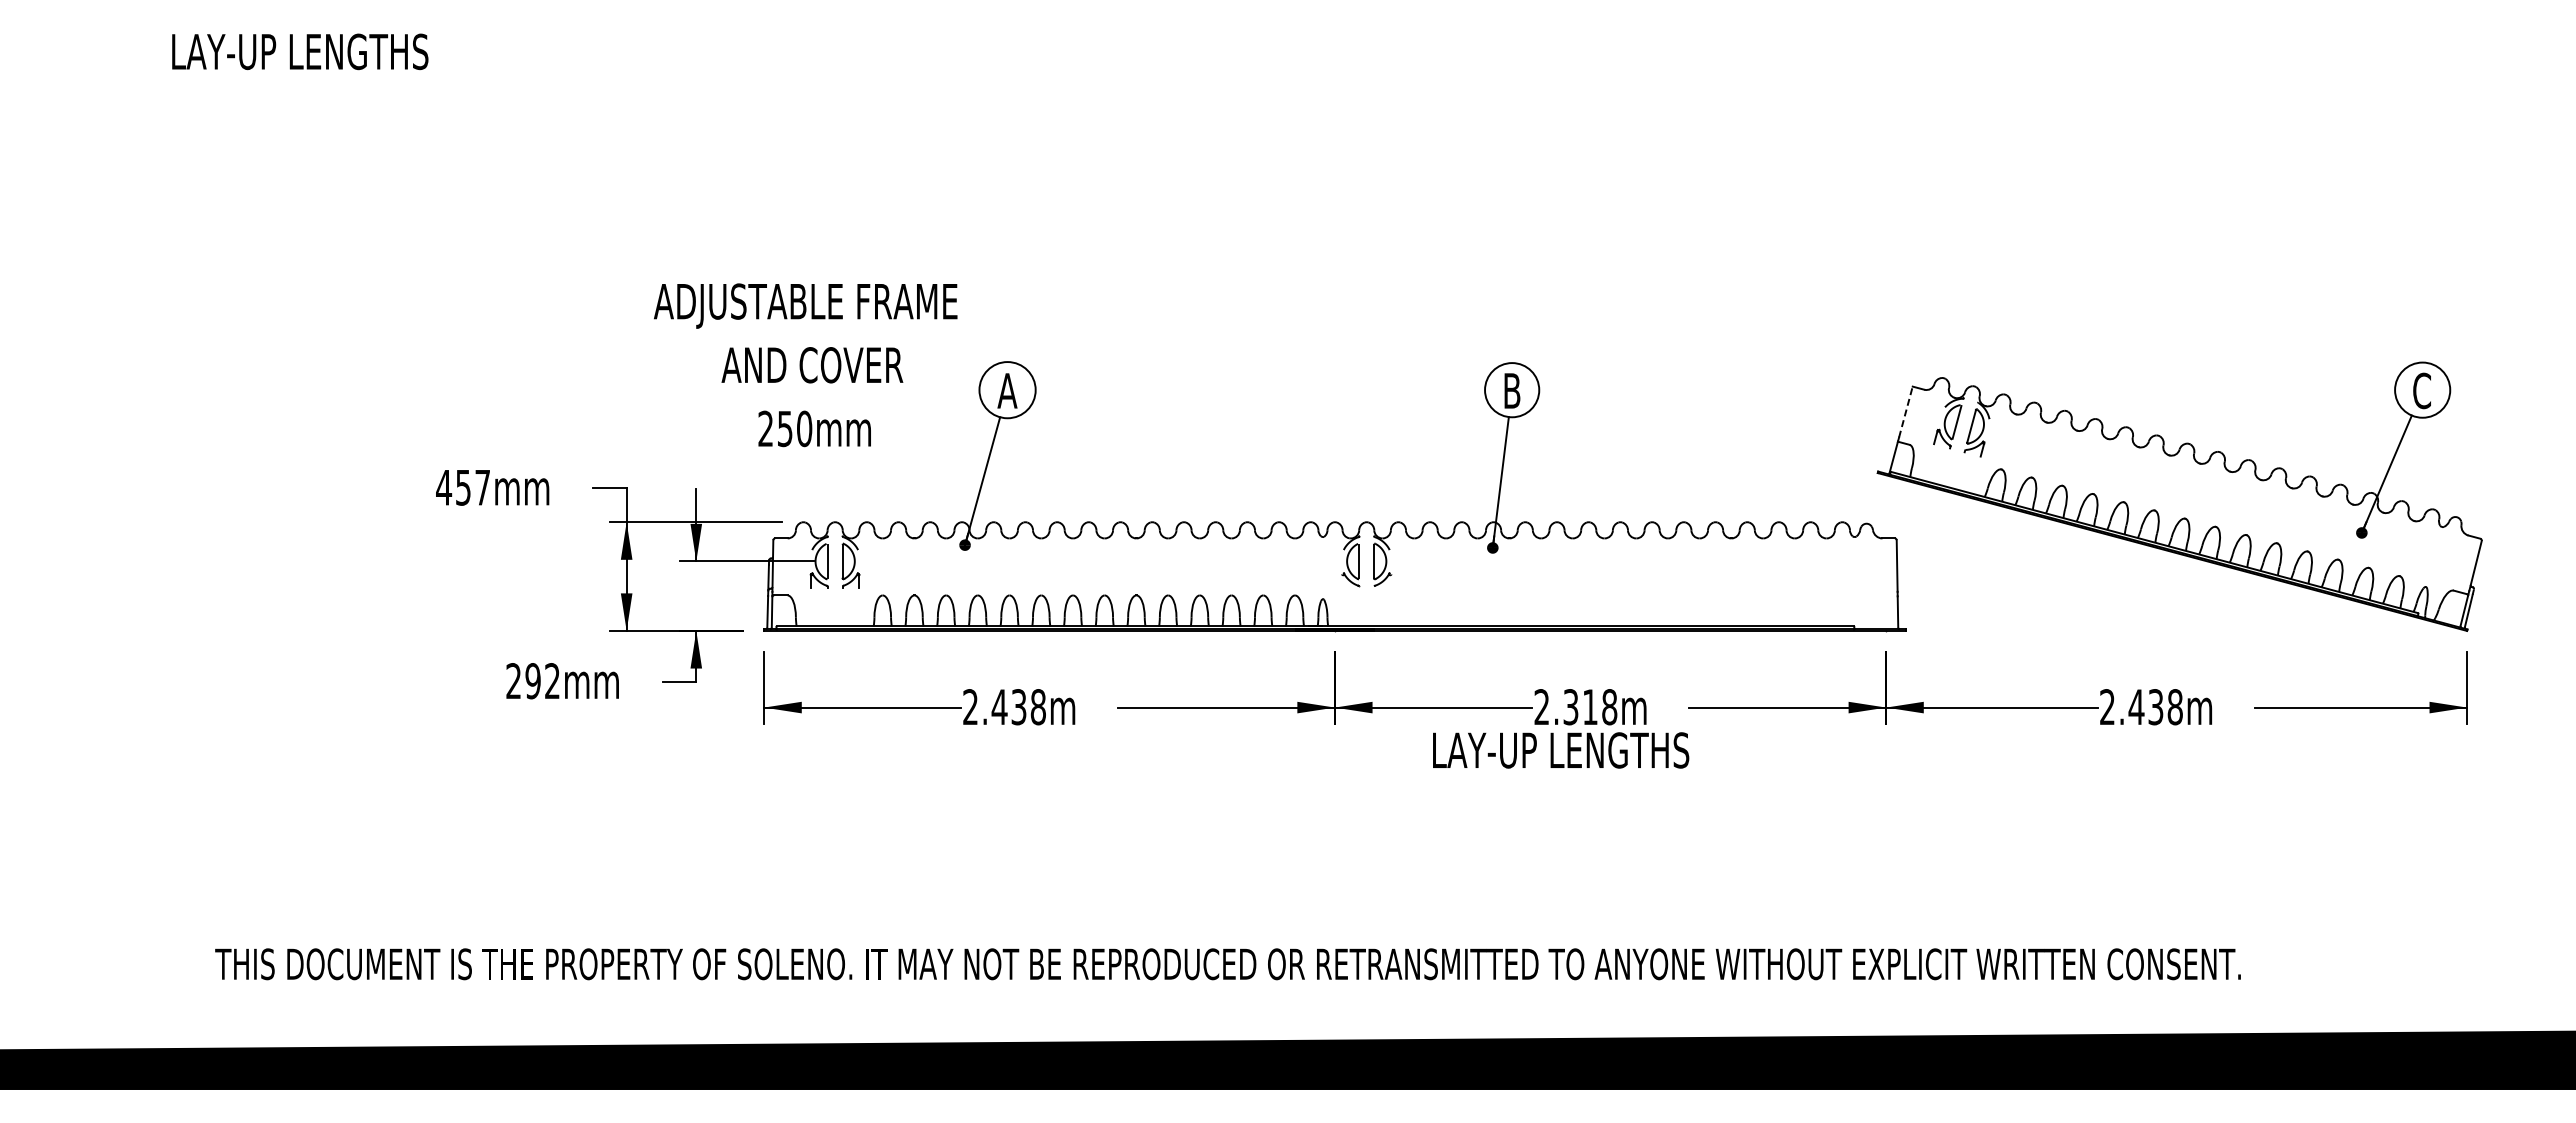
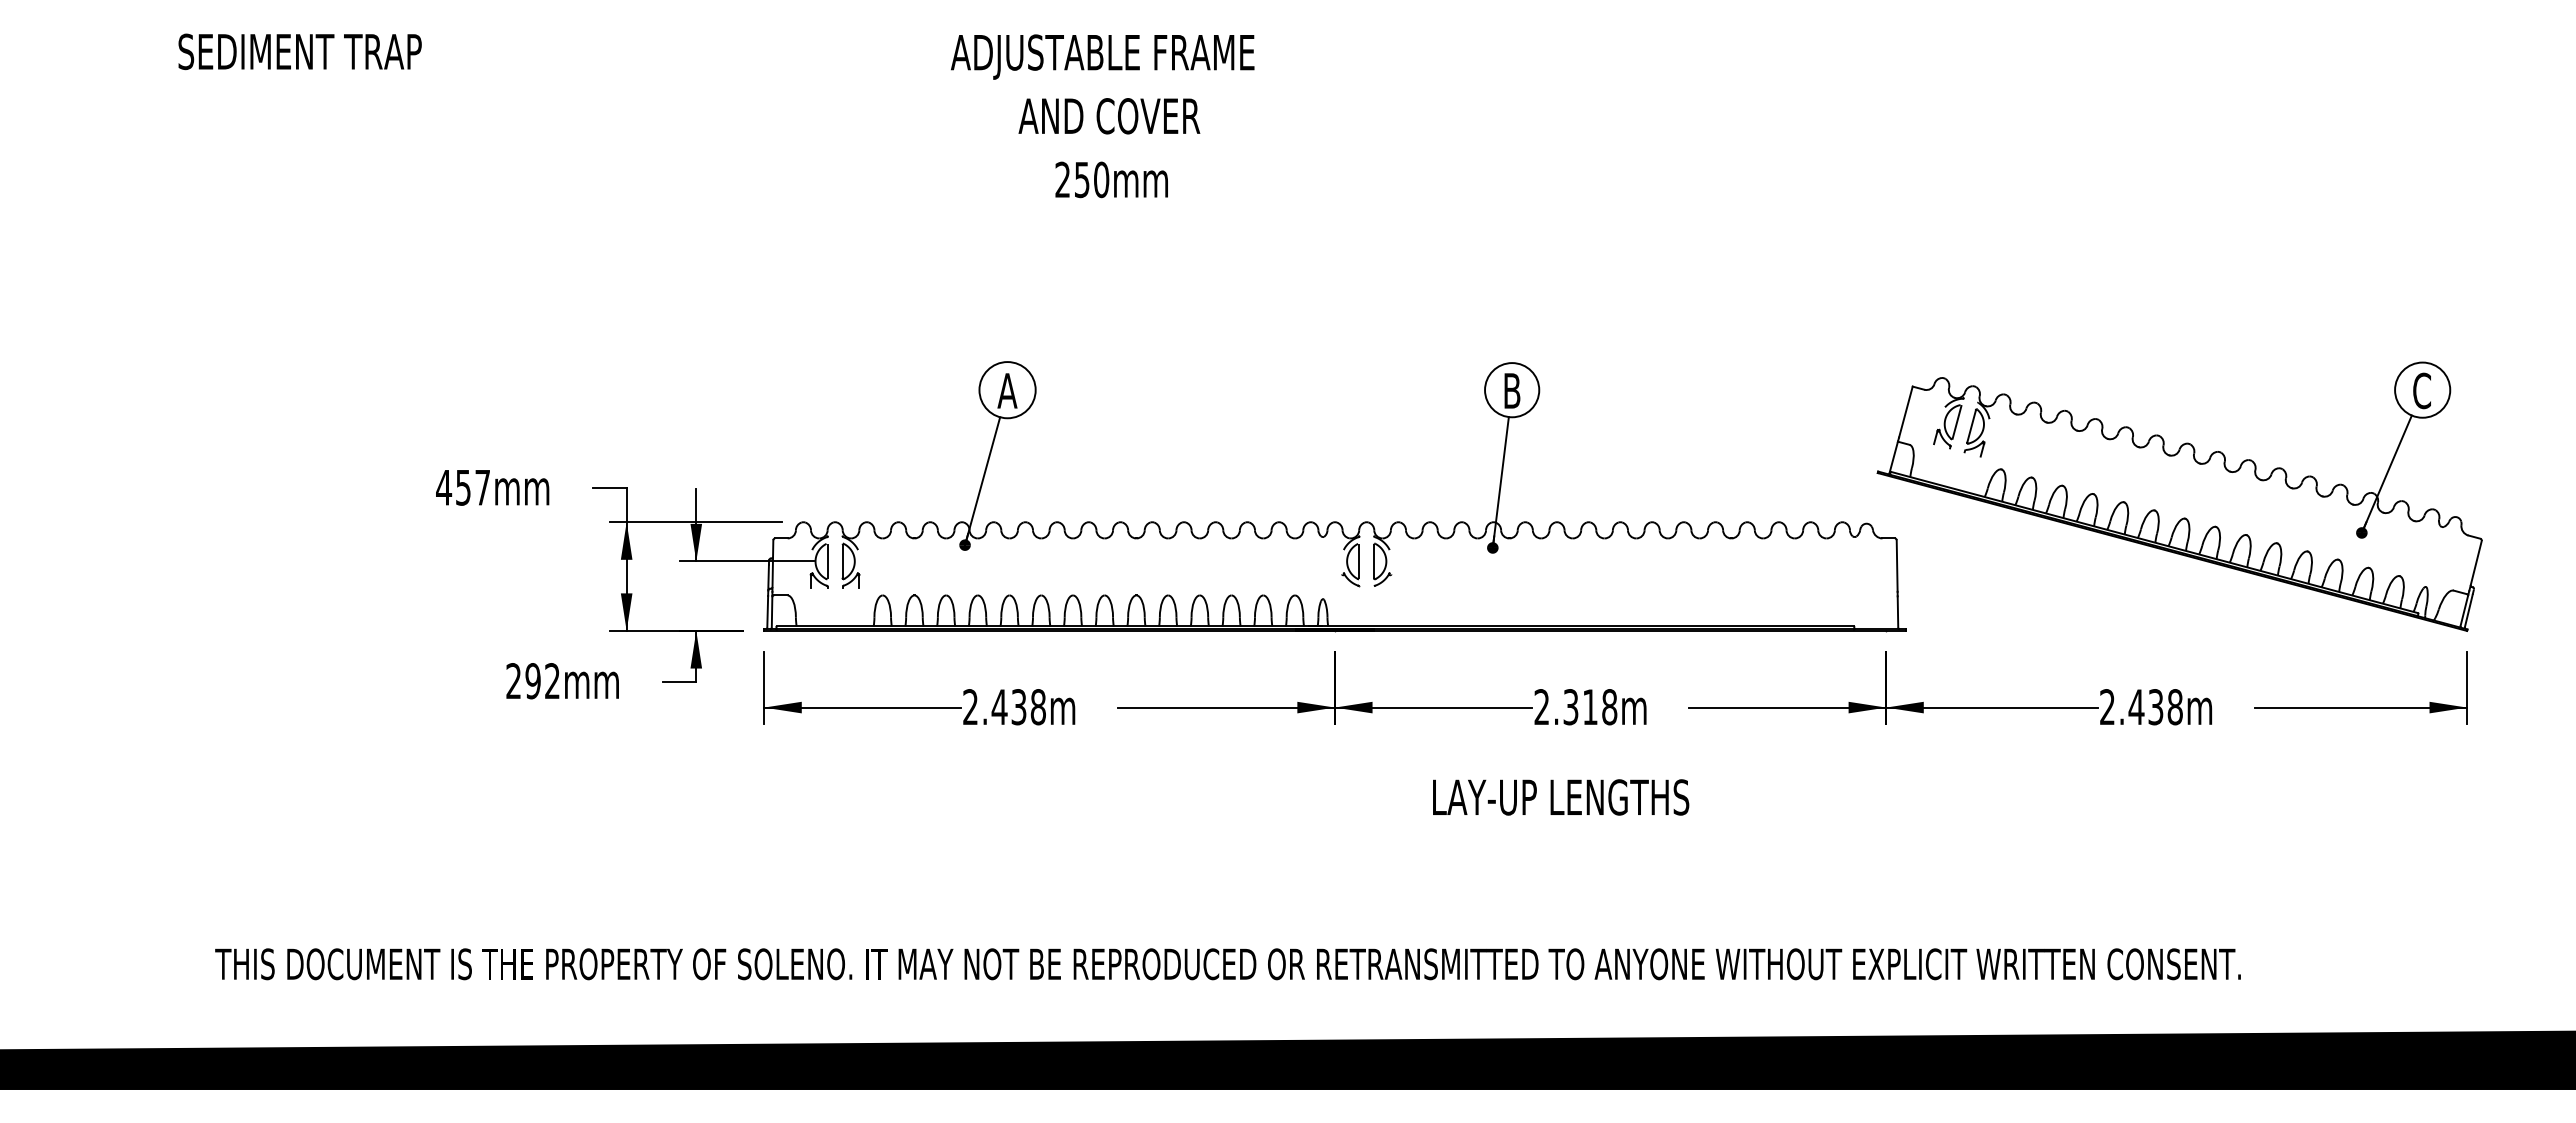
text at (300, 51): LAY-UP LENGTHS -> SEDIMENT TRAP
text at (805, 365) position: (805, 365) -> (1102, 116)
line at (1906, 411): dashed -> solid
text at (1561, 750) position: (1561, 750) -> (1561, 797)
